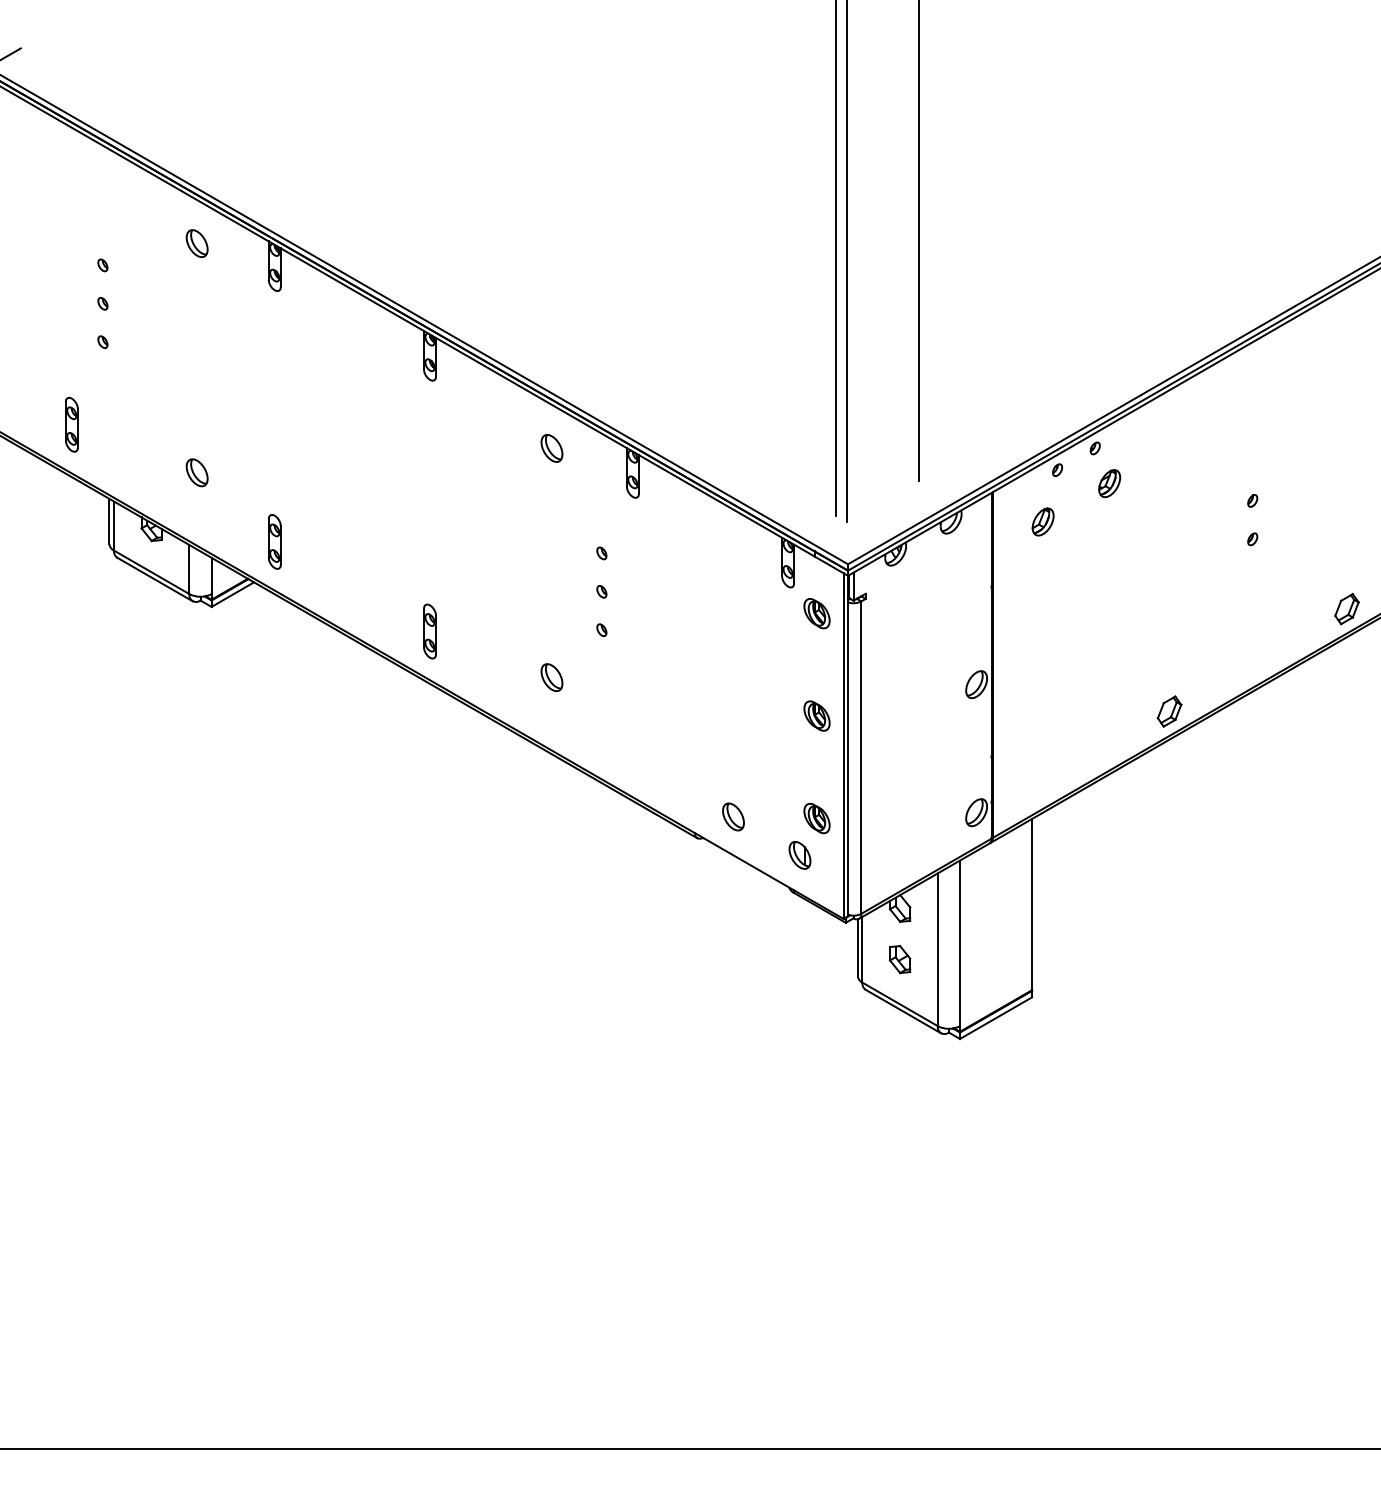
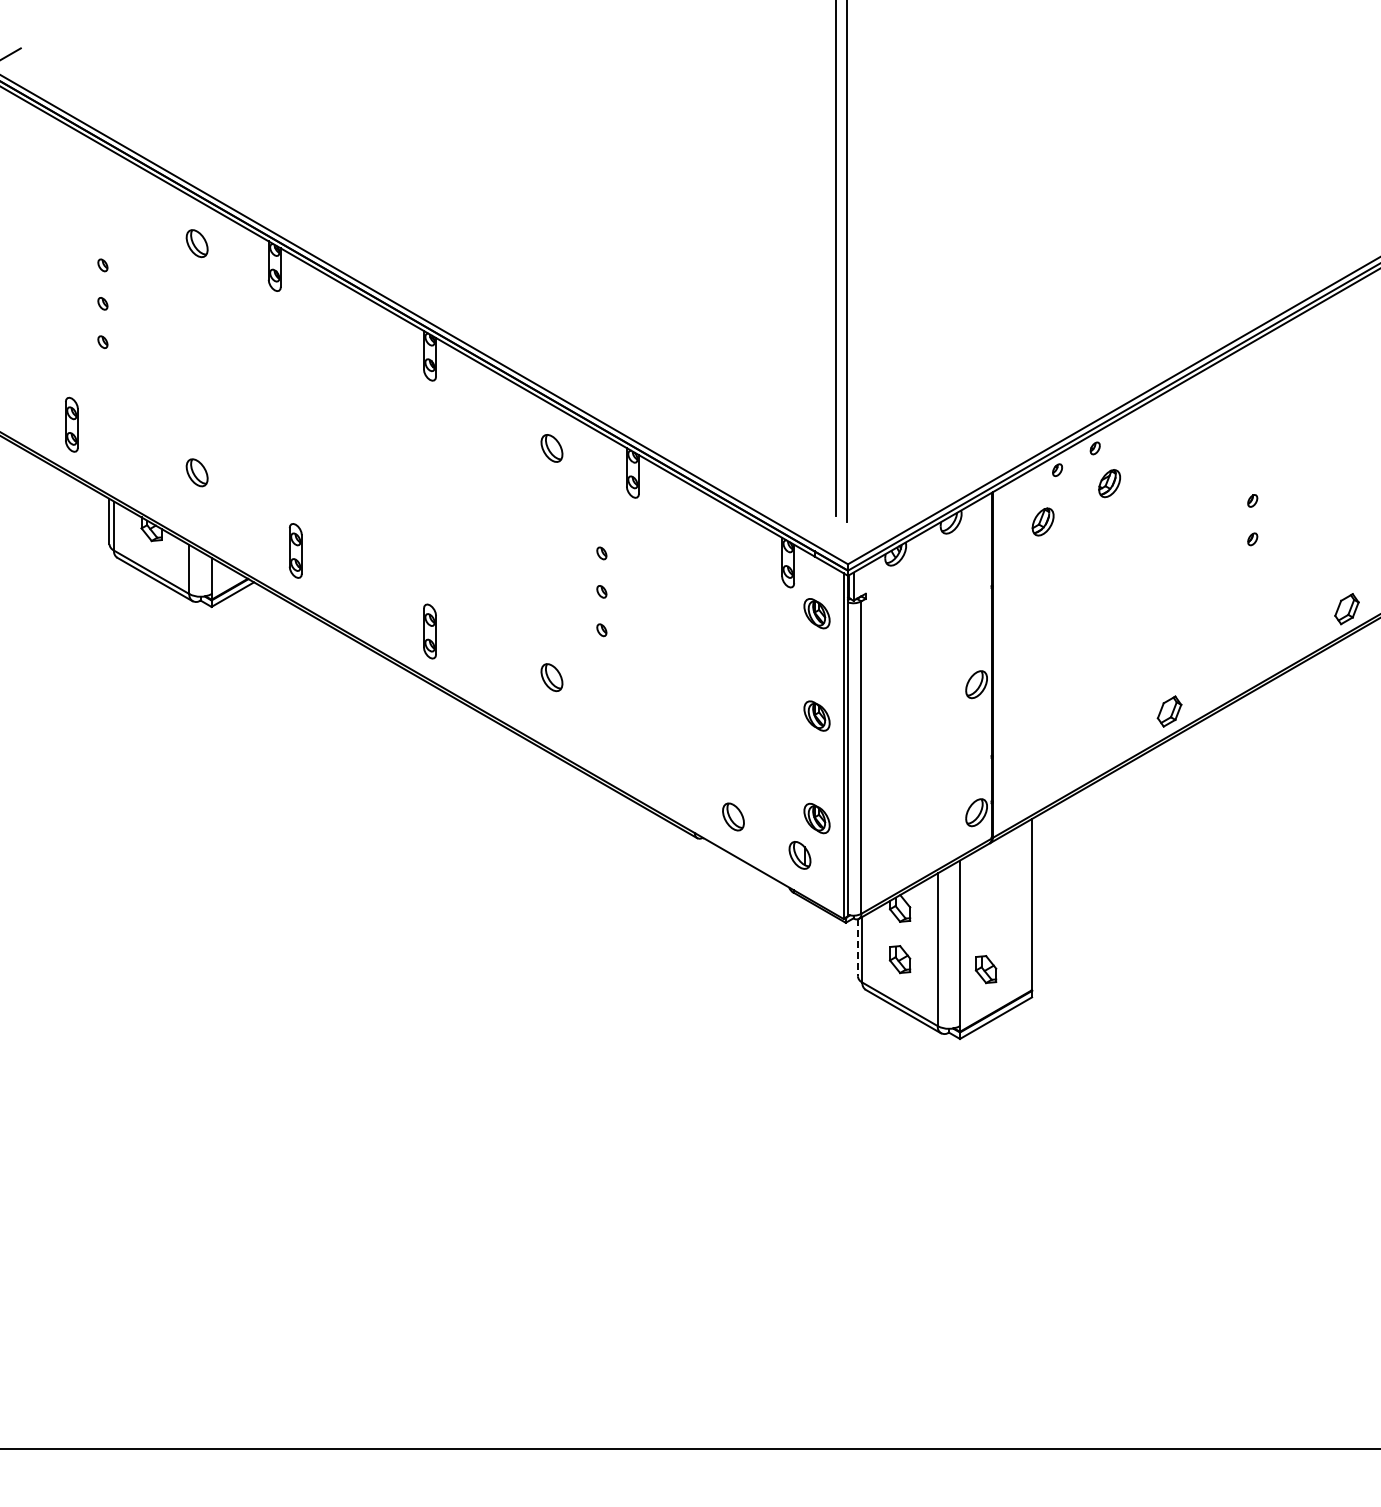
line at (919, 241): present -> none
part at (274, 541) position: (274, 541) -> (295, 550)
line at (857, 948): solid -> dashed
part at (985, 969): none -> present
